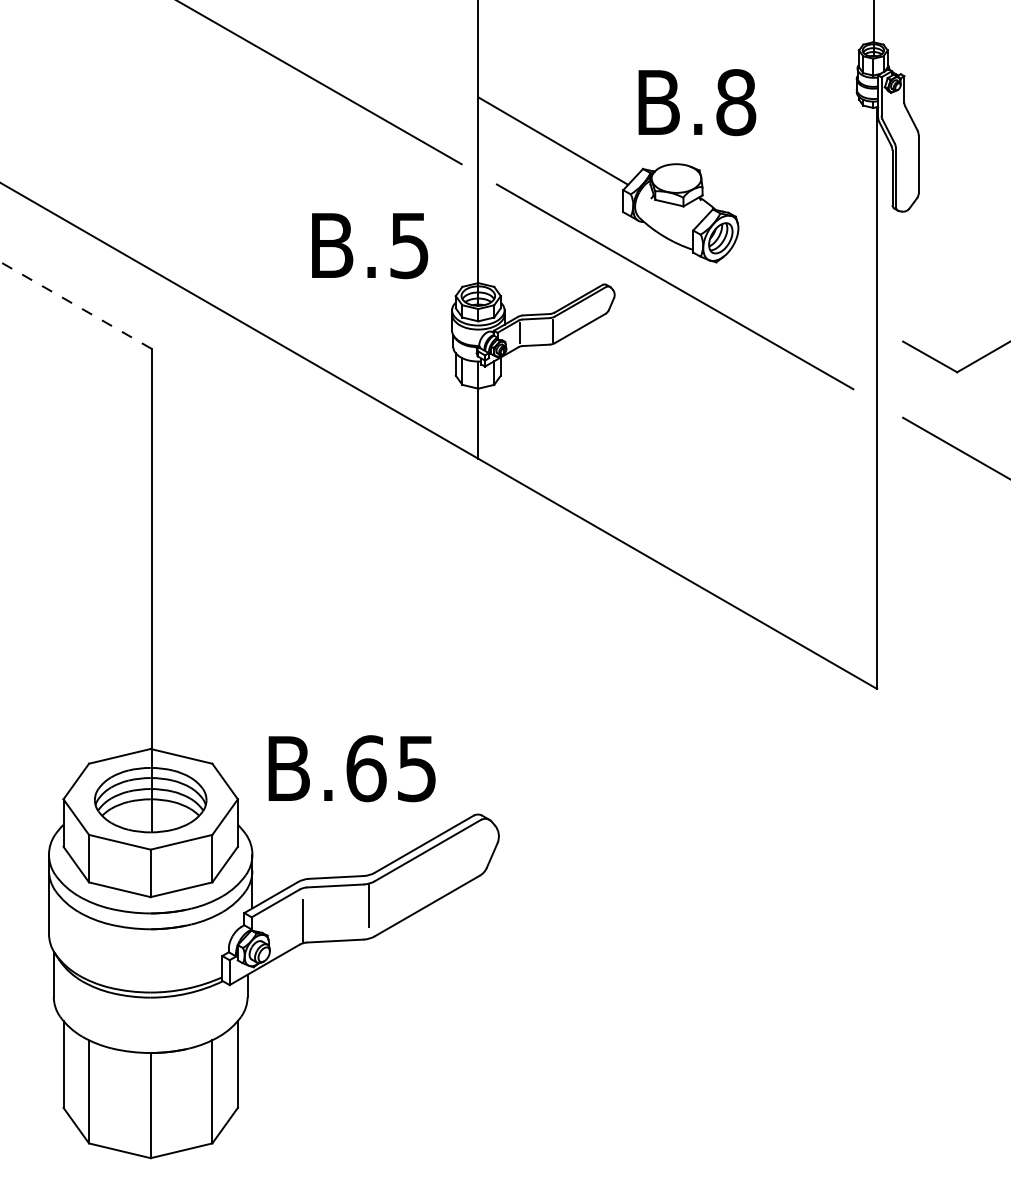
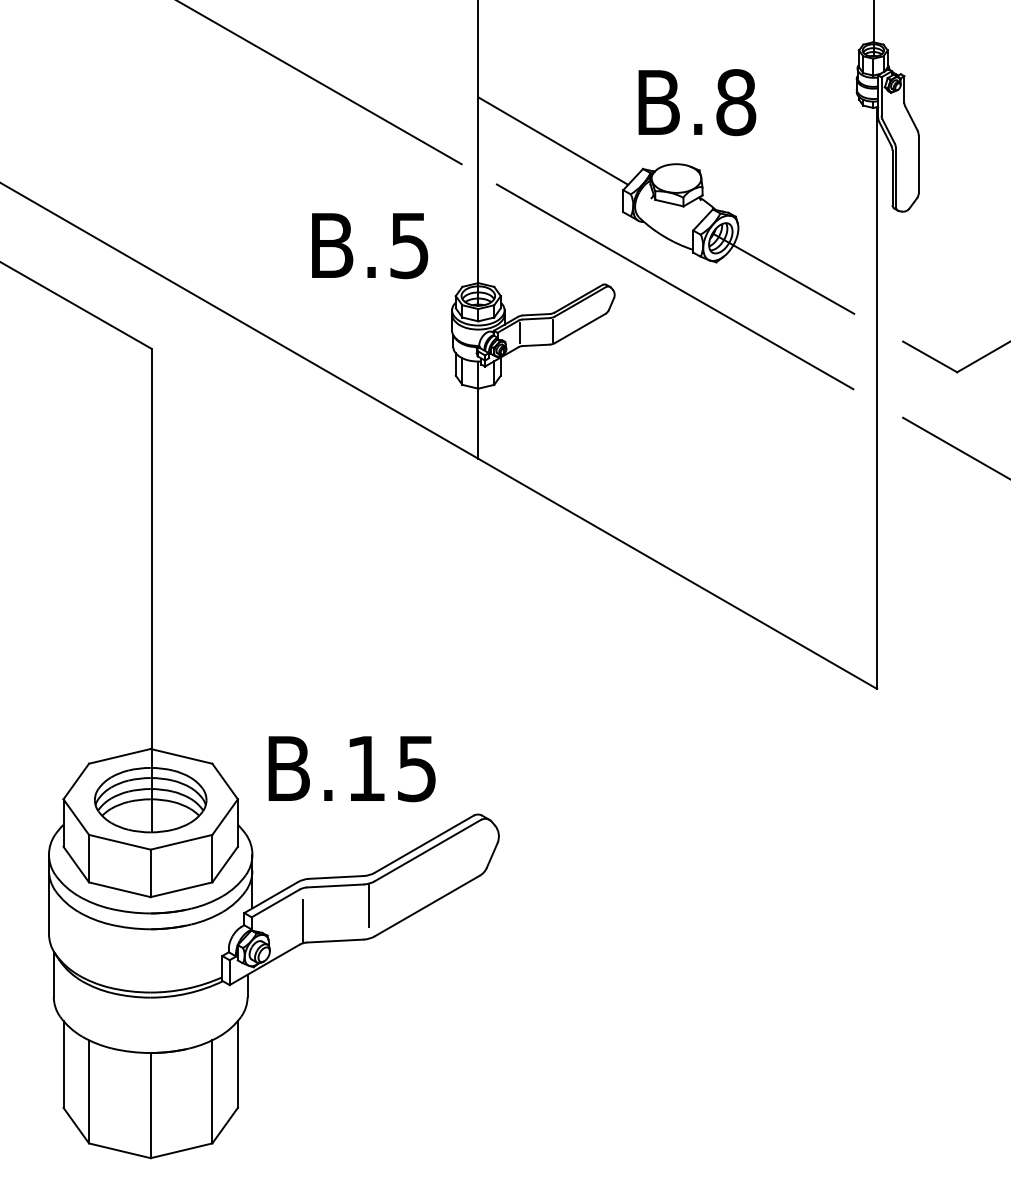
line at (783, 273): none -> present
line at (75, 305): dashed -> solid
text at (366, 768): B.65 -> B.15
